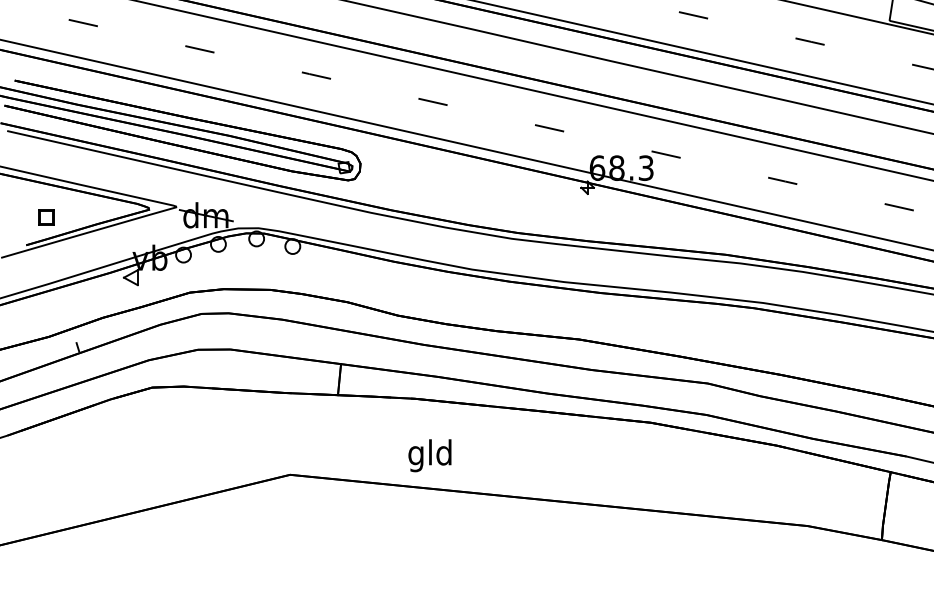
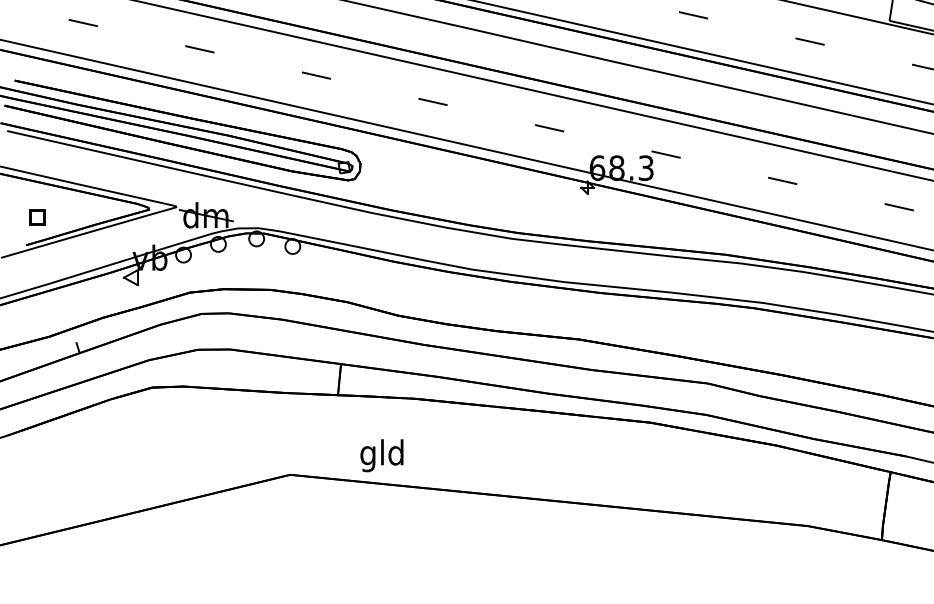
part at (46, 217) position: (46, 217) -> (37, 217)
text at (429, 455) position: (429, 455) -> (381, 455)
